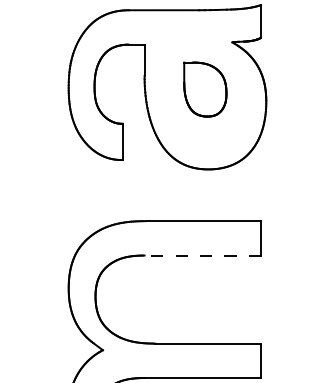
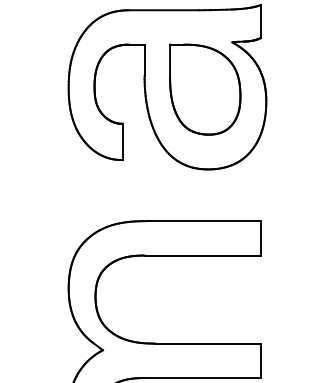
part at (205, 89) size: 45x57 px -> 73x93 px
line at (202, 255): dashed -> solid
